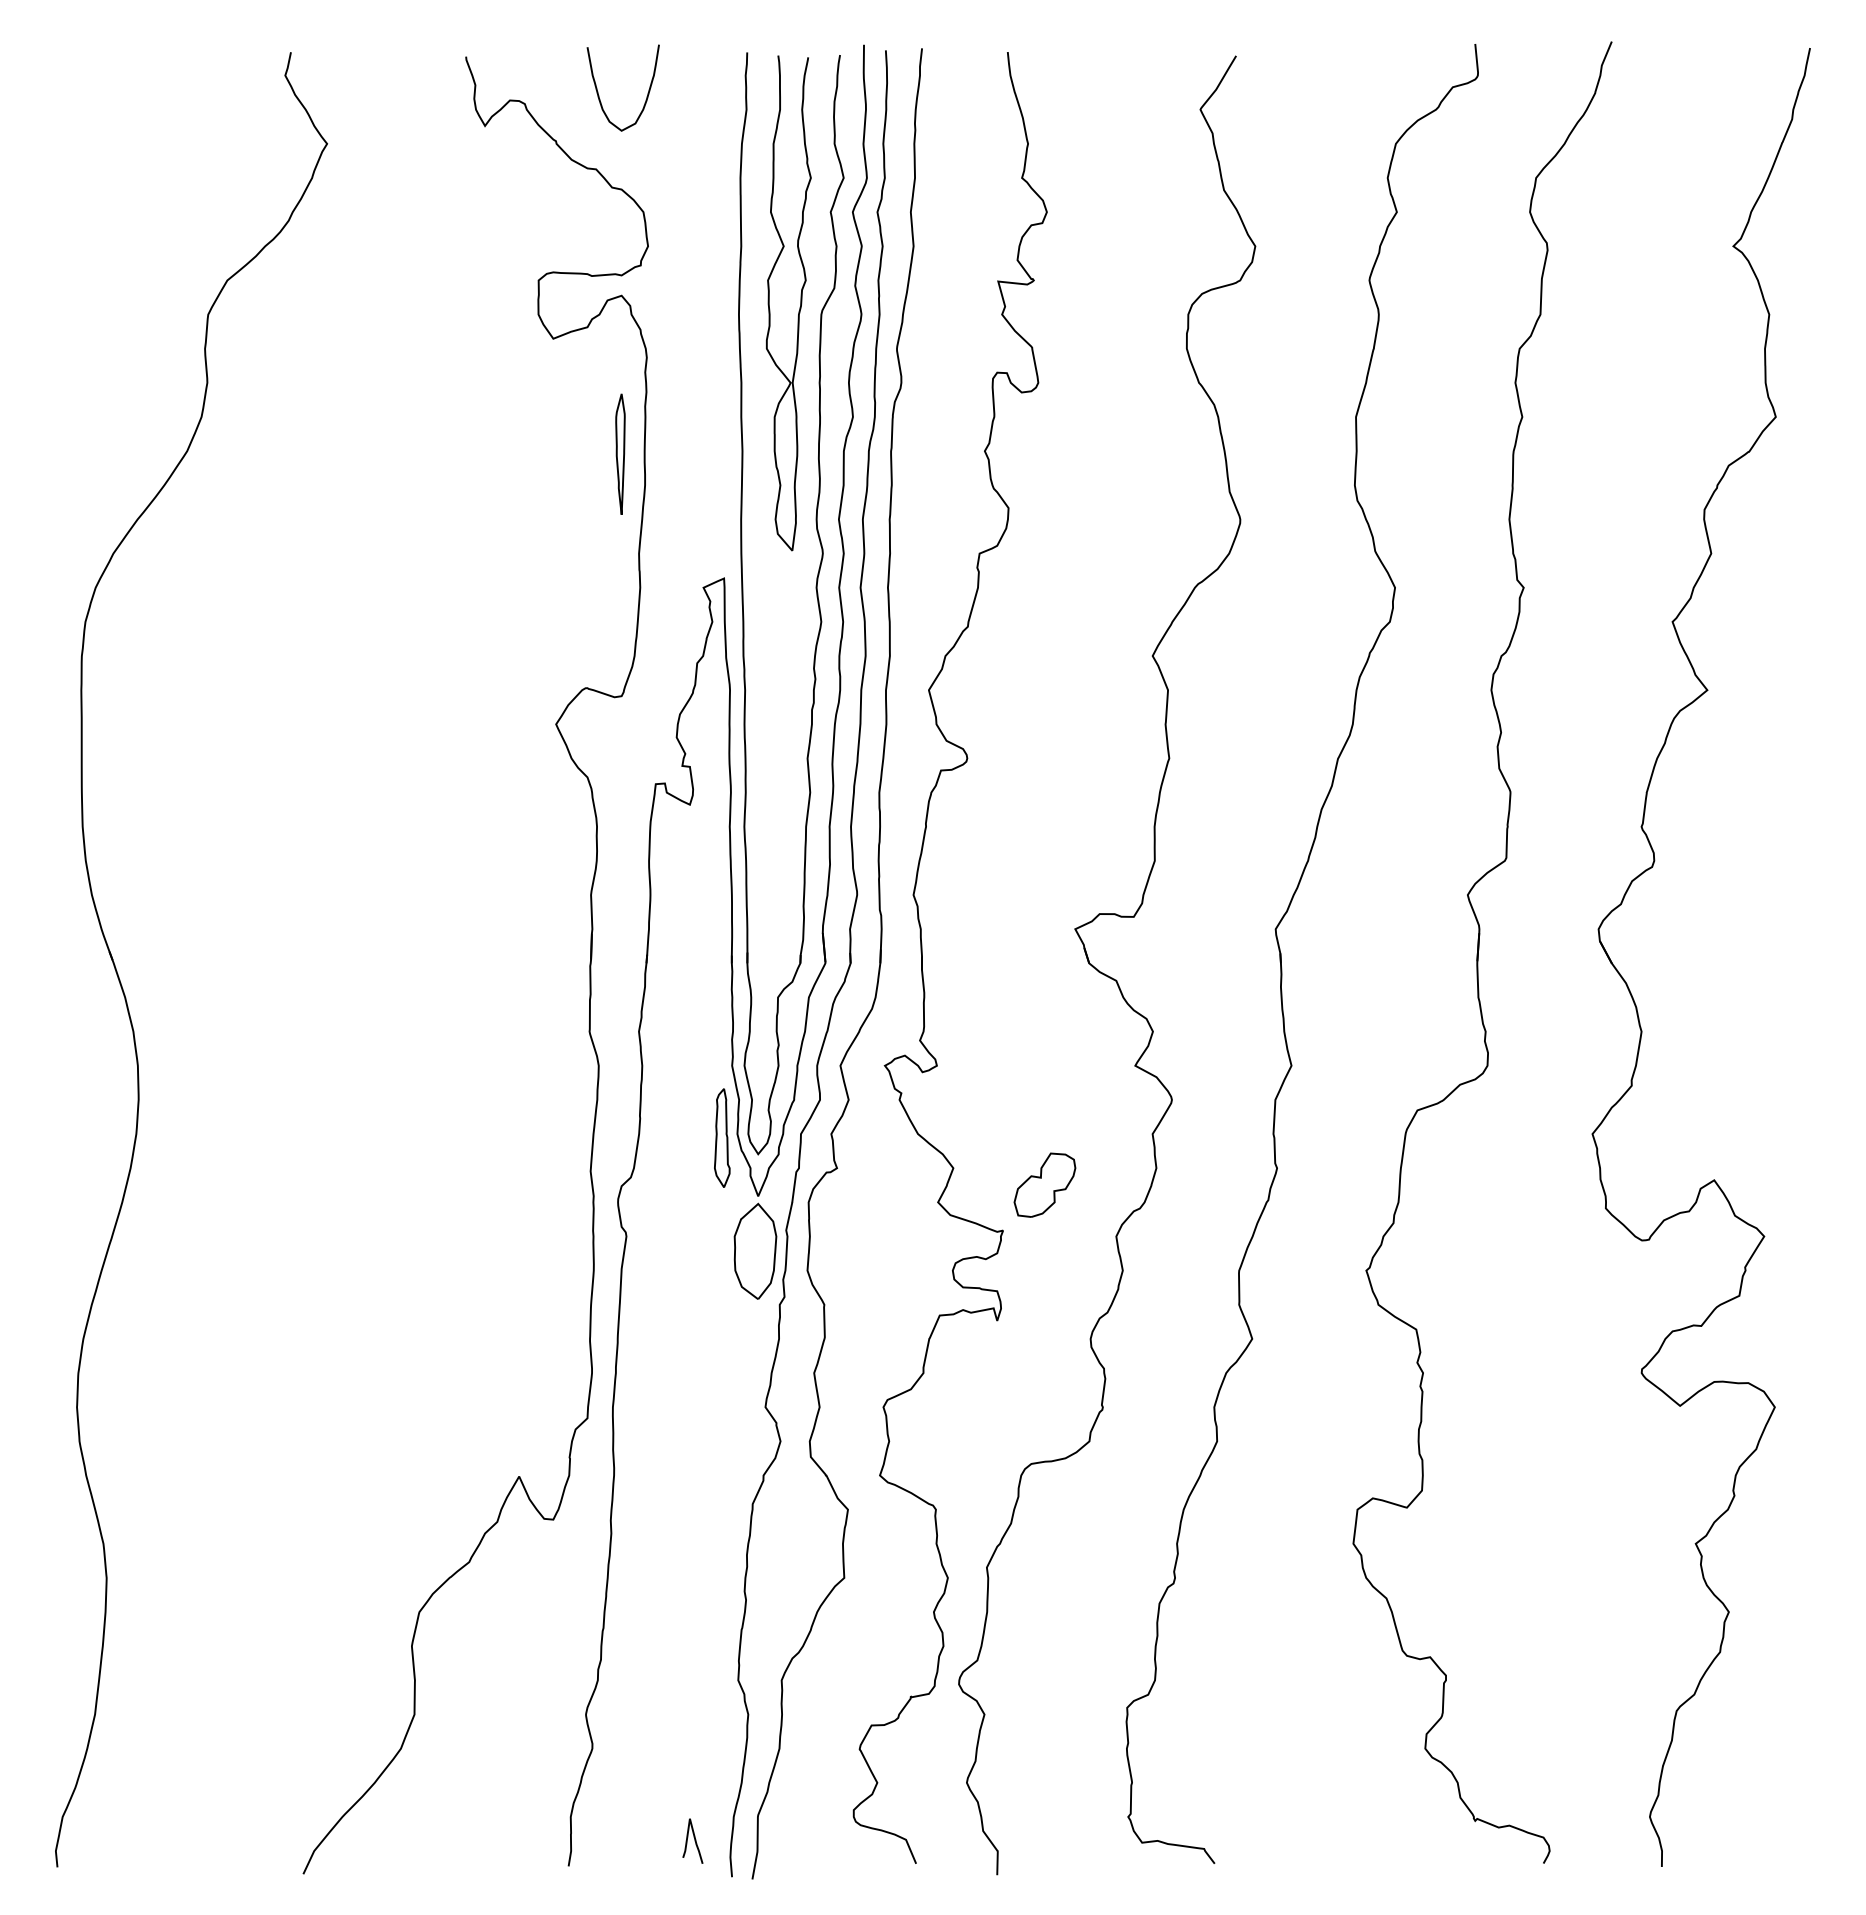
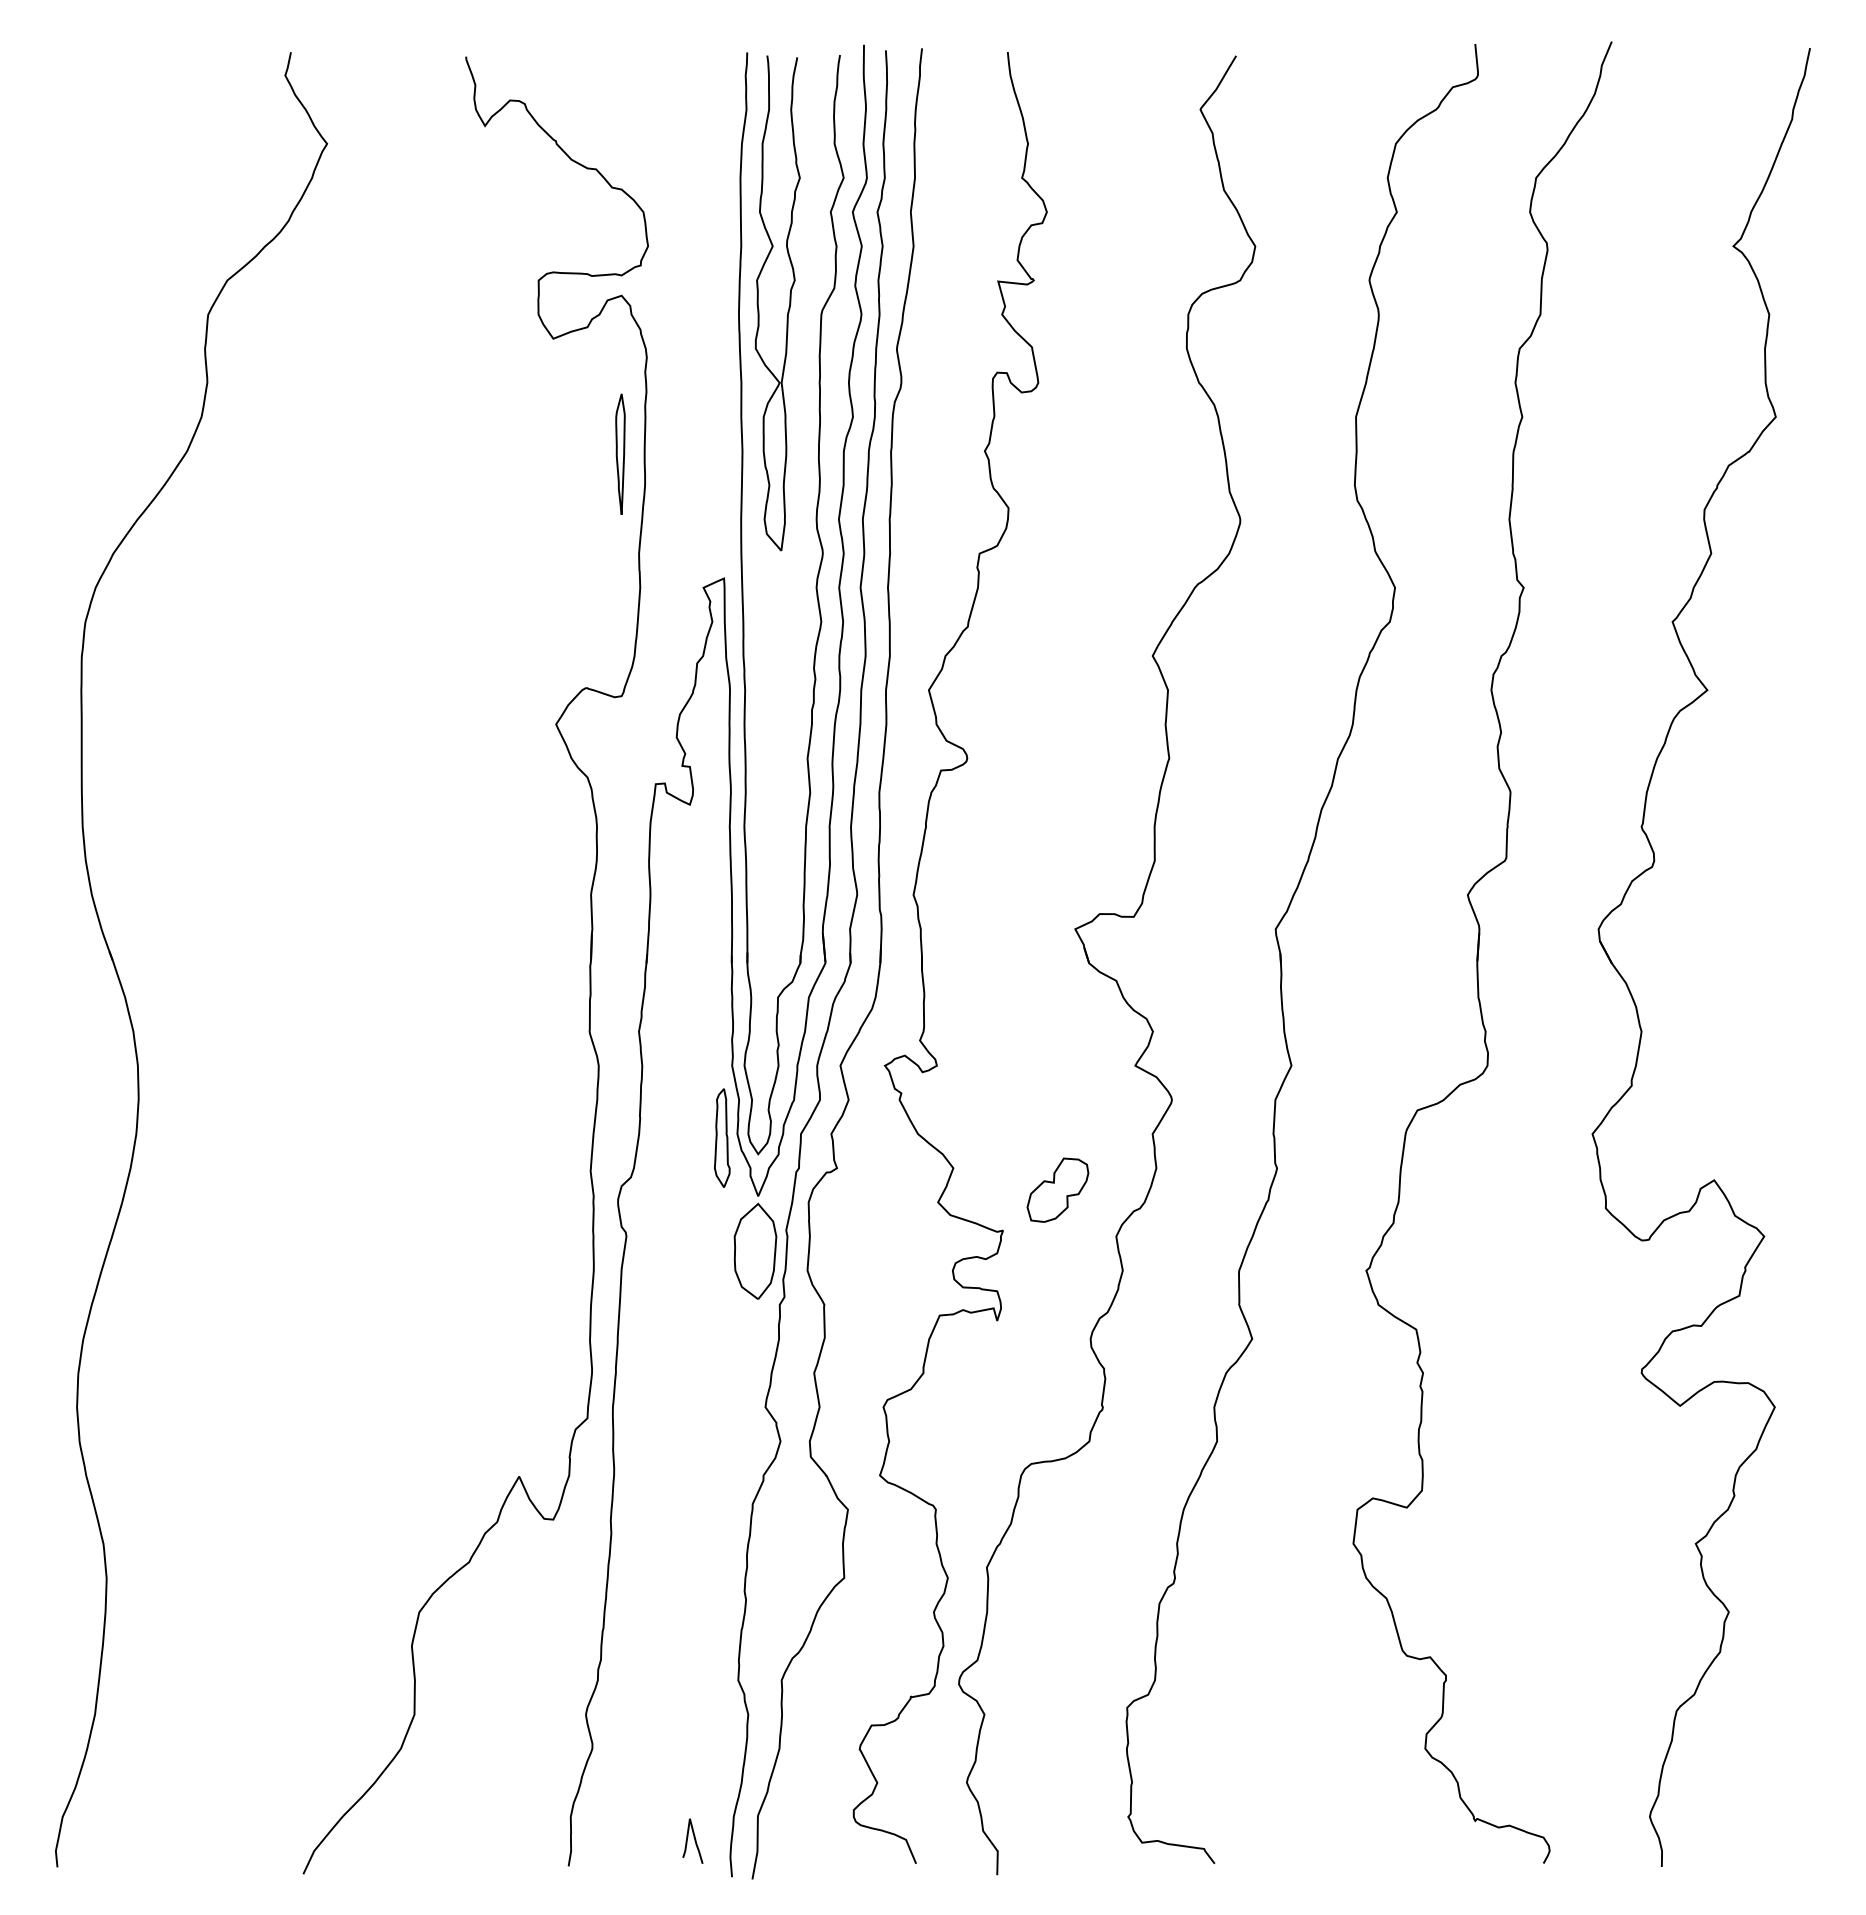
curve at (598, 91): present -> none
curve at (799, 307) position: (799, 307) -> (788, 307)
part at (1044, 1184) position: (1044, 1184) -> (1057, 1189)
